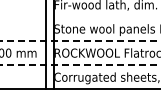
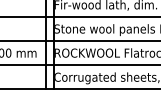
line at (79, 16): none -> present
line at (80, 41): dashed -> solid
line at (80, 65): dashed -> solid
